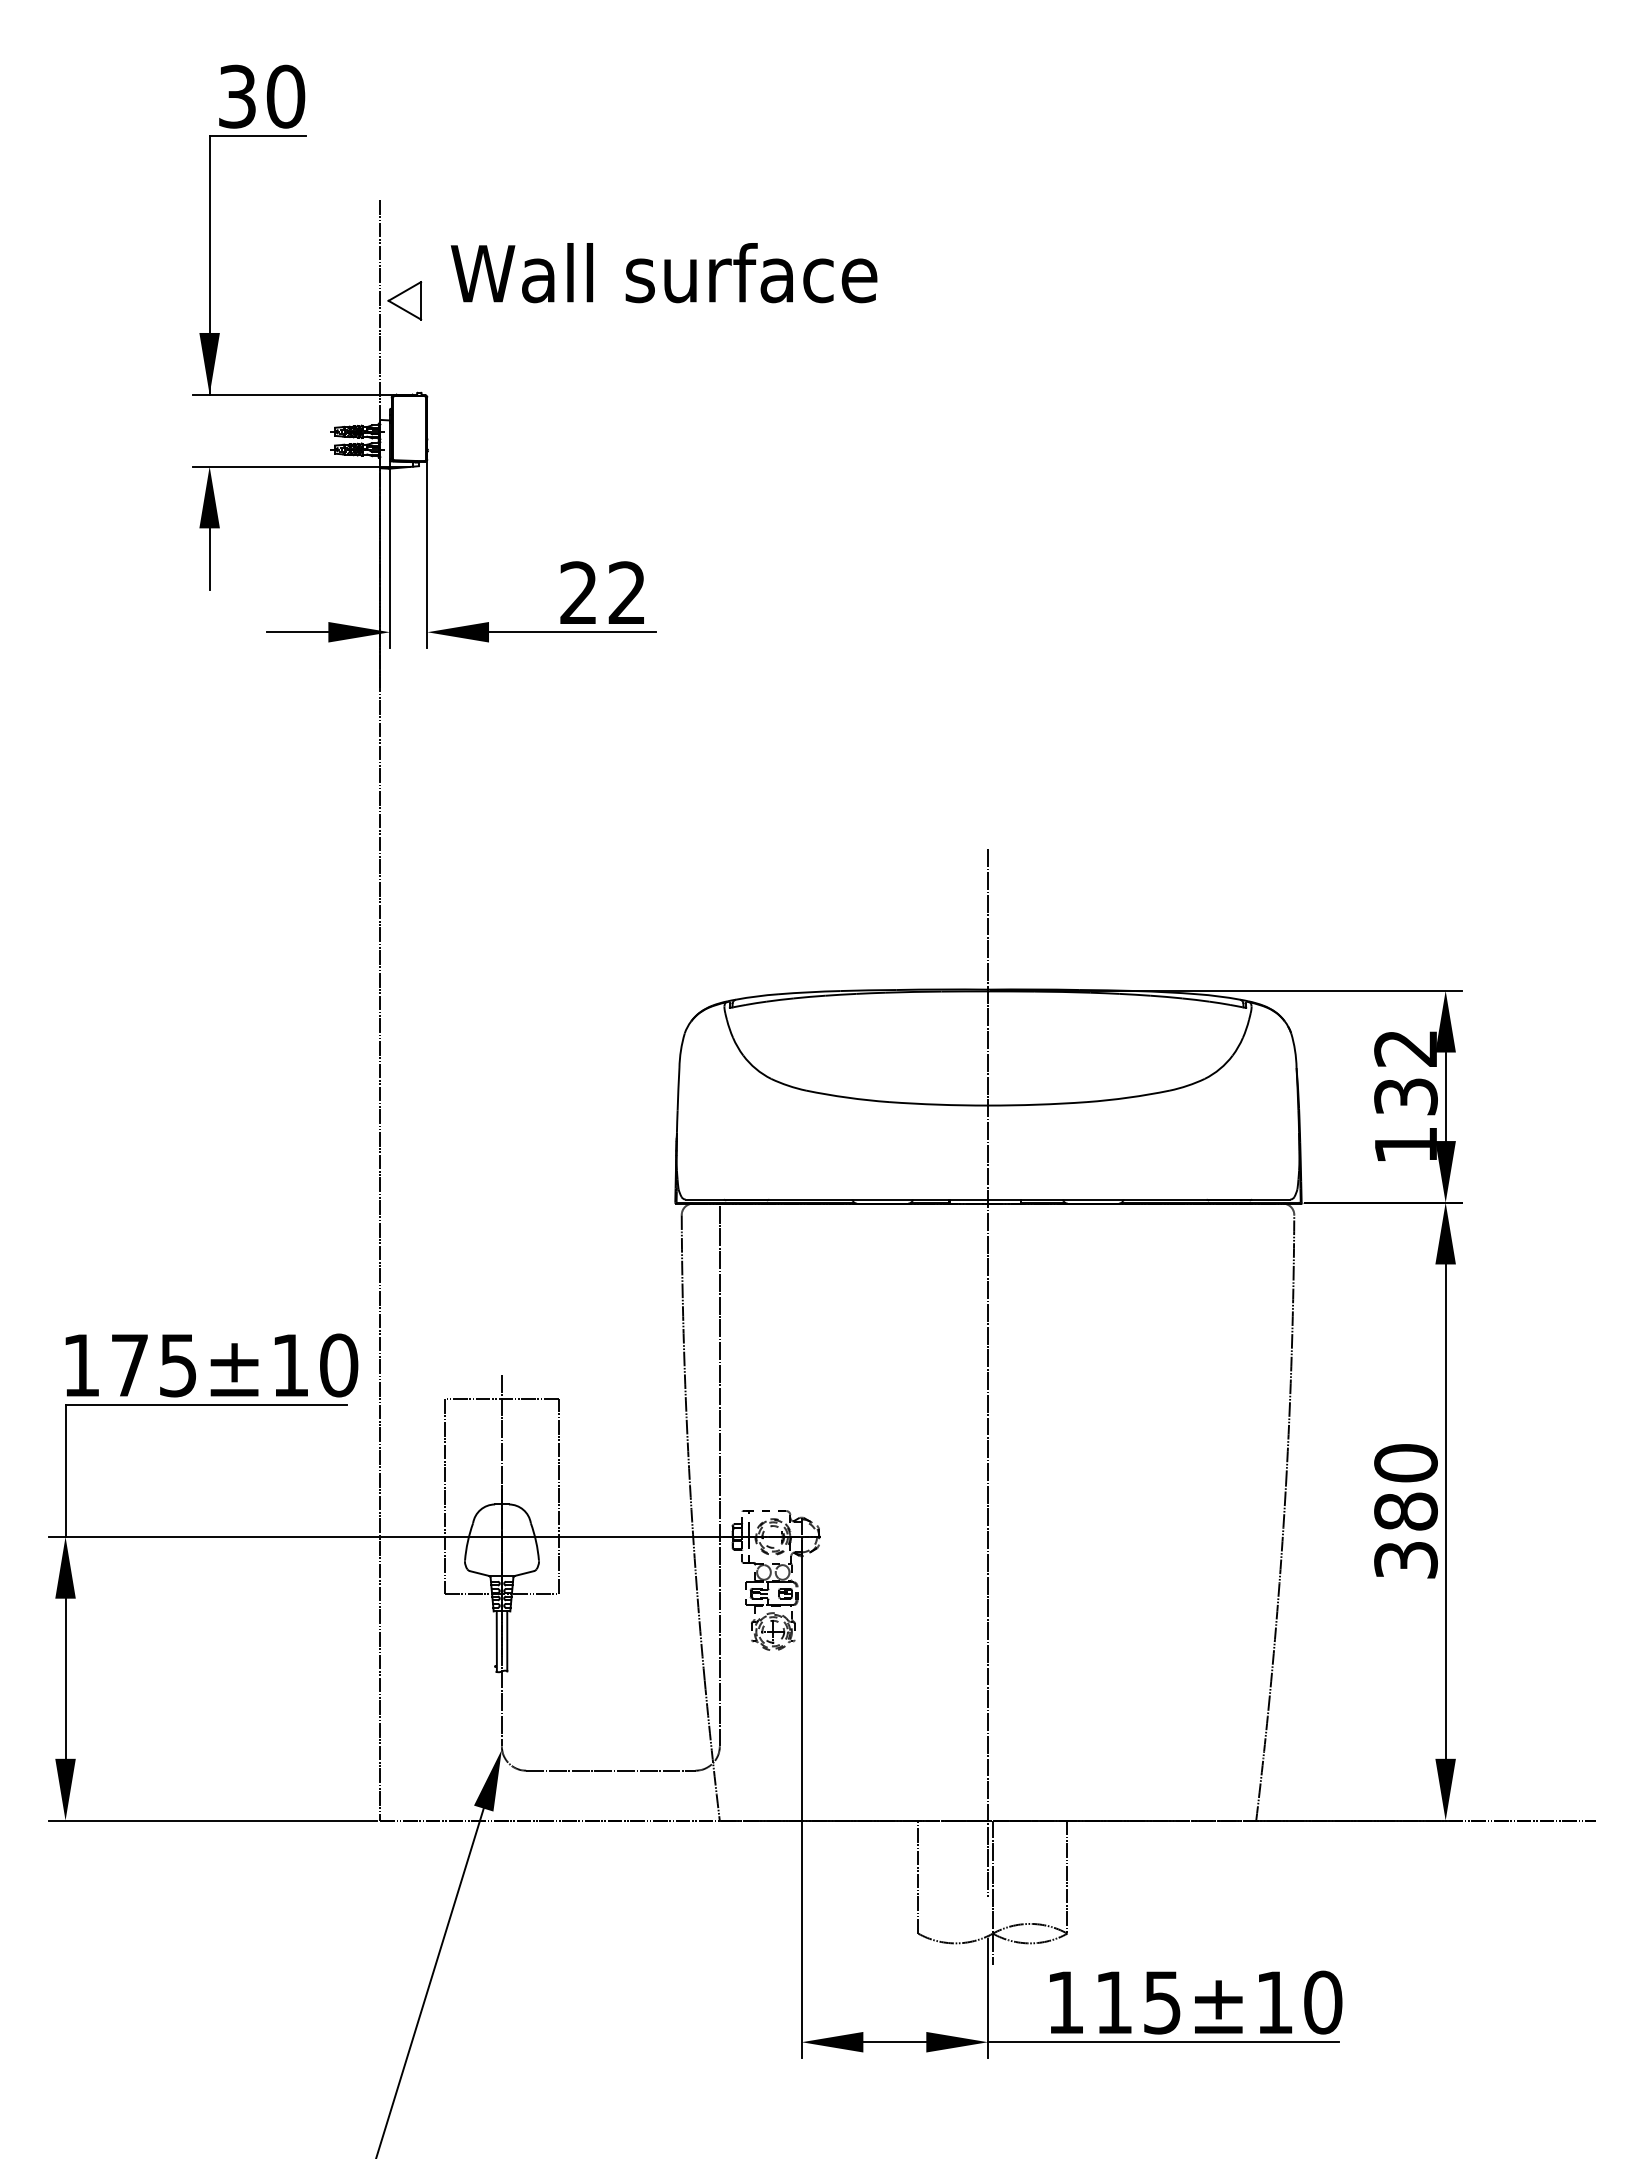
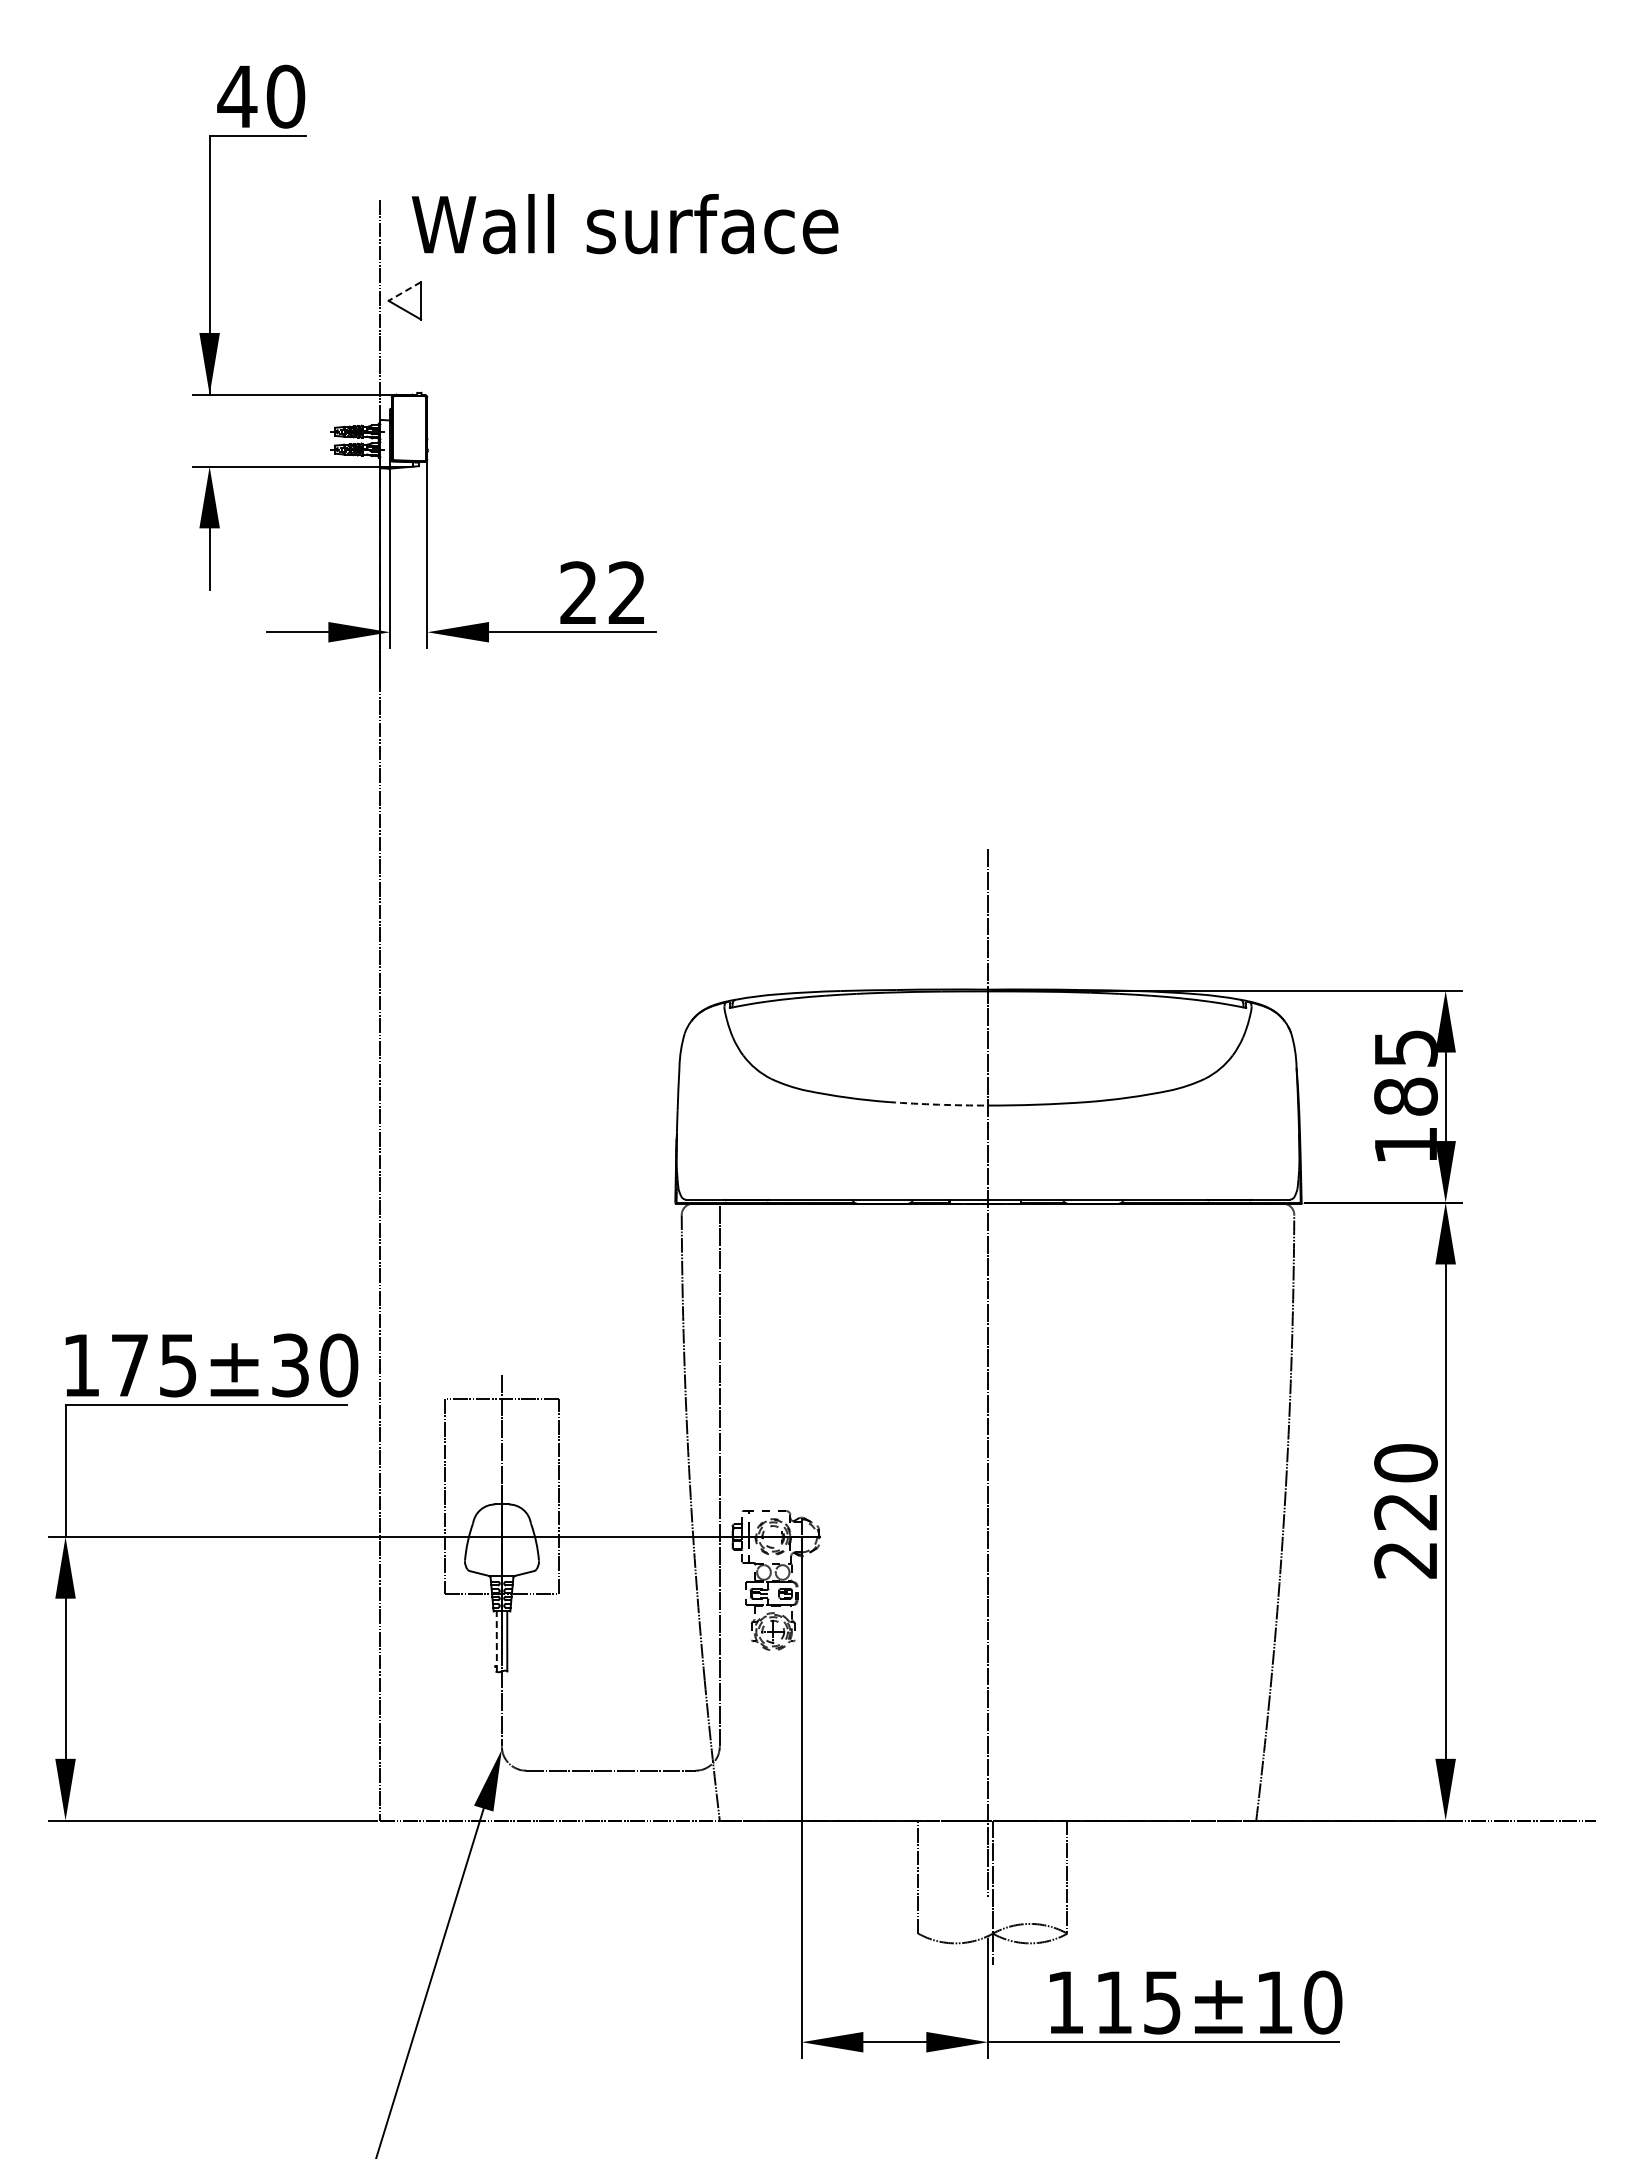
text at (237, 96): 30 -> 40
text at (663, 273) position: (663, 273) -> (624, 224)
line at (404, 291): solid -> dashed
text at (1405, 1072): 132 -> 185
arc at (938, 1104): solid -> dashed
text at (290, 1365): 175±10 -> 175±30
text at (1405, 1535): 380 -> 220
line at (496, 1641): solid -> dashed
